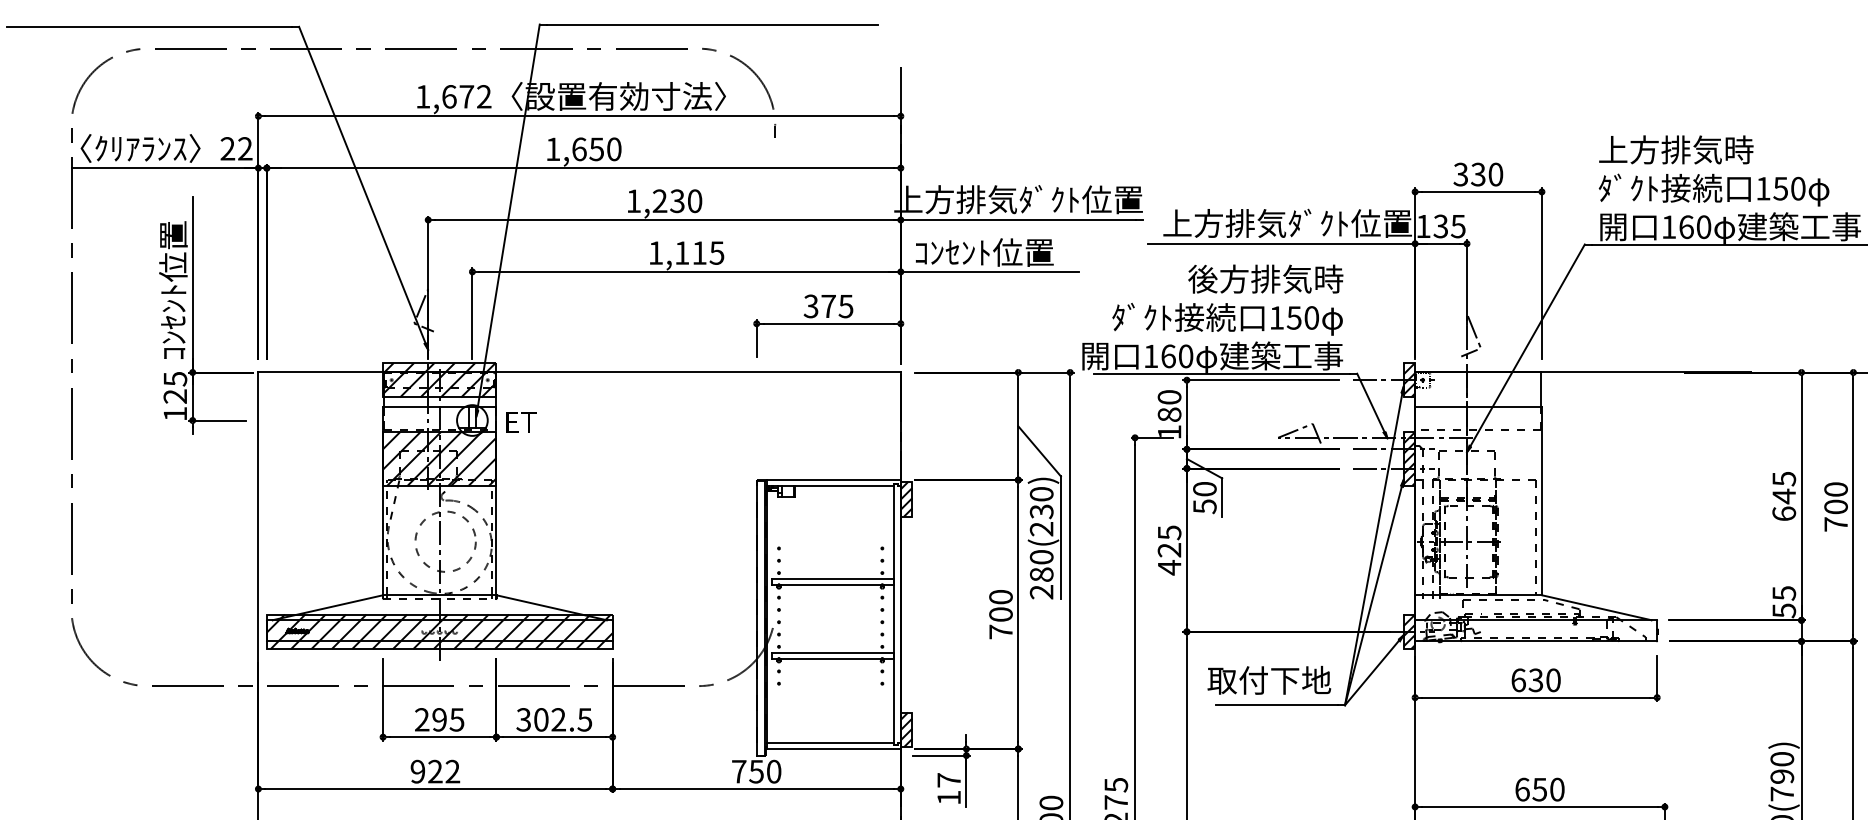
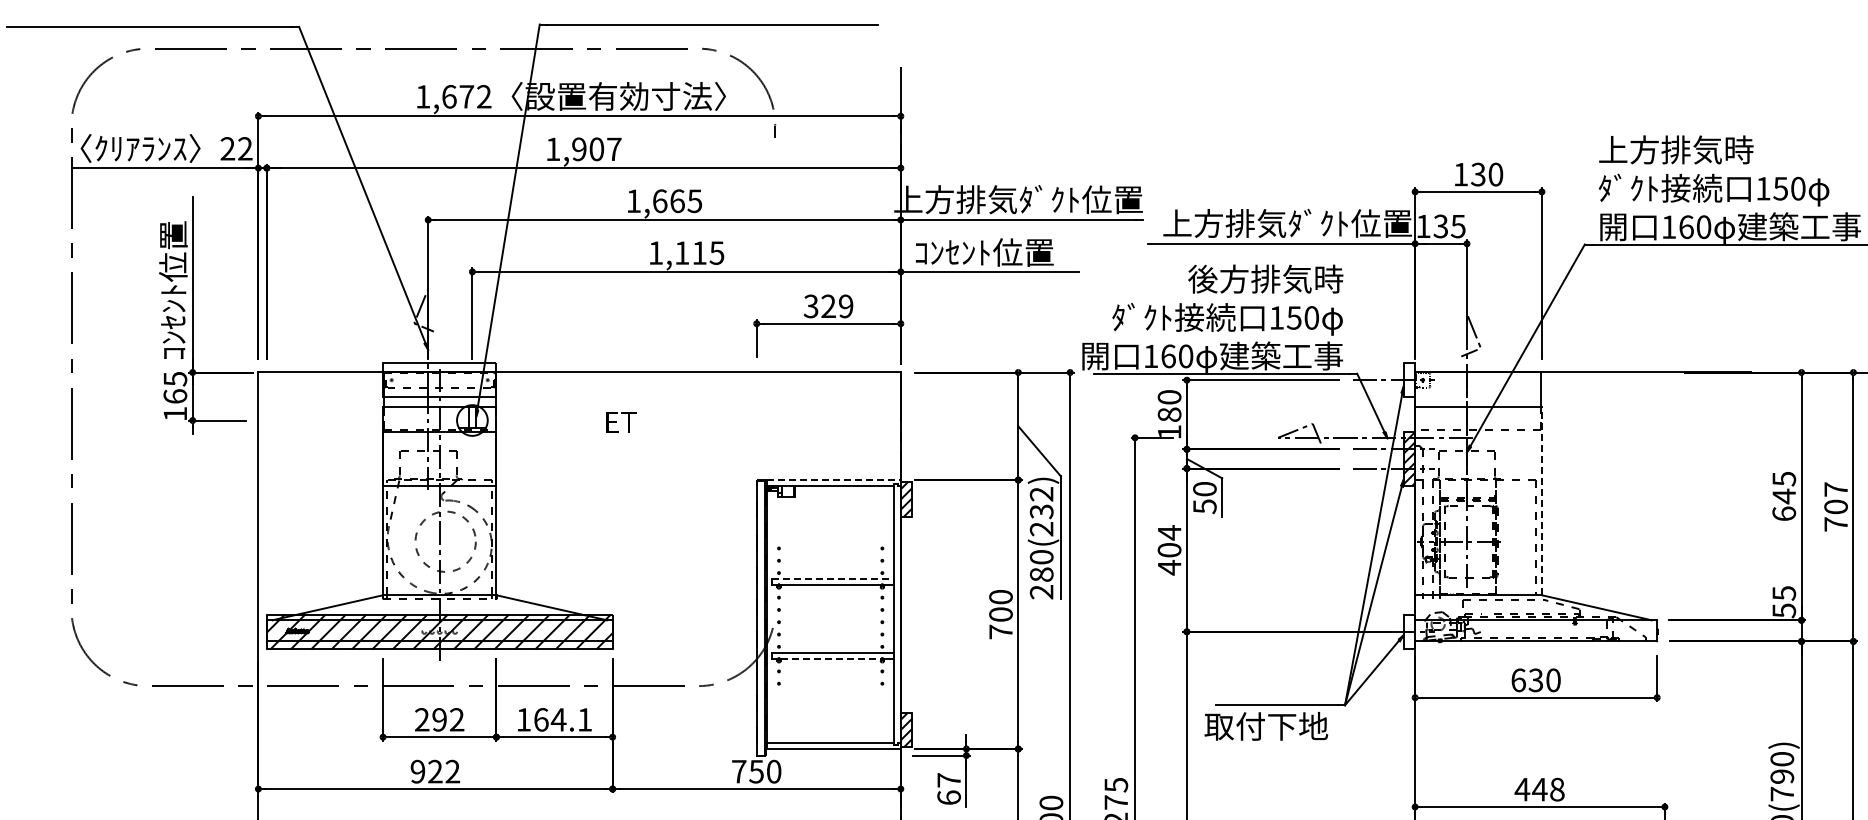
text at (596, 149): 1,650 -> 1,907
text at (1460, 174): 330 -> 130
text at (677, 201): 1,230 -> 1,665
text at (837, 306): 375 -> 329
hatch at (439, 379): present -> none
hatch at (1409, 379): present -> none
text at (175, 396): 125 -> 165
text at (521, 422) position: (521, 422) -> (621, 422)
hatch at (439, 458): present -> none
line at (833, 480): solid -> dashed
text at (1835, 489): 700 -> 707
text at (1041, 494): 280(230) -> 280(232)
line at (1541, 500): solid -> dashed
text at (1169, 541): 425 -> 404
line at (833, 578): solid -> dashed
hatch at (1409, 631): present -> none
line at (830, 658): solid -> dashed
text at (1269, 680) position: (1269, 680) -> (1266, 726)
text at (456, 719): 295 -> 292
text at (554, 719): 302.5 -> 164.1
text at (1539, 789): 650 -> 448
text at (948, 797): 17 -> 67
